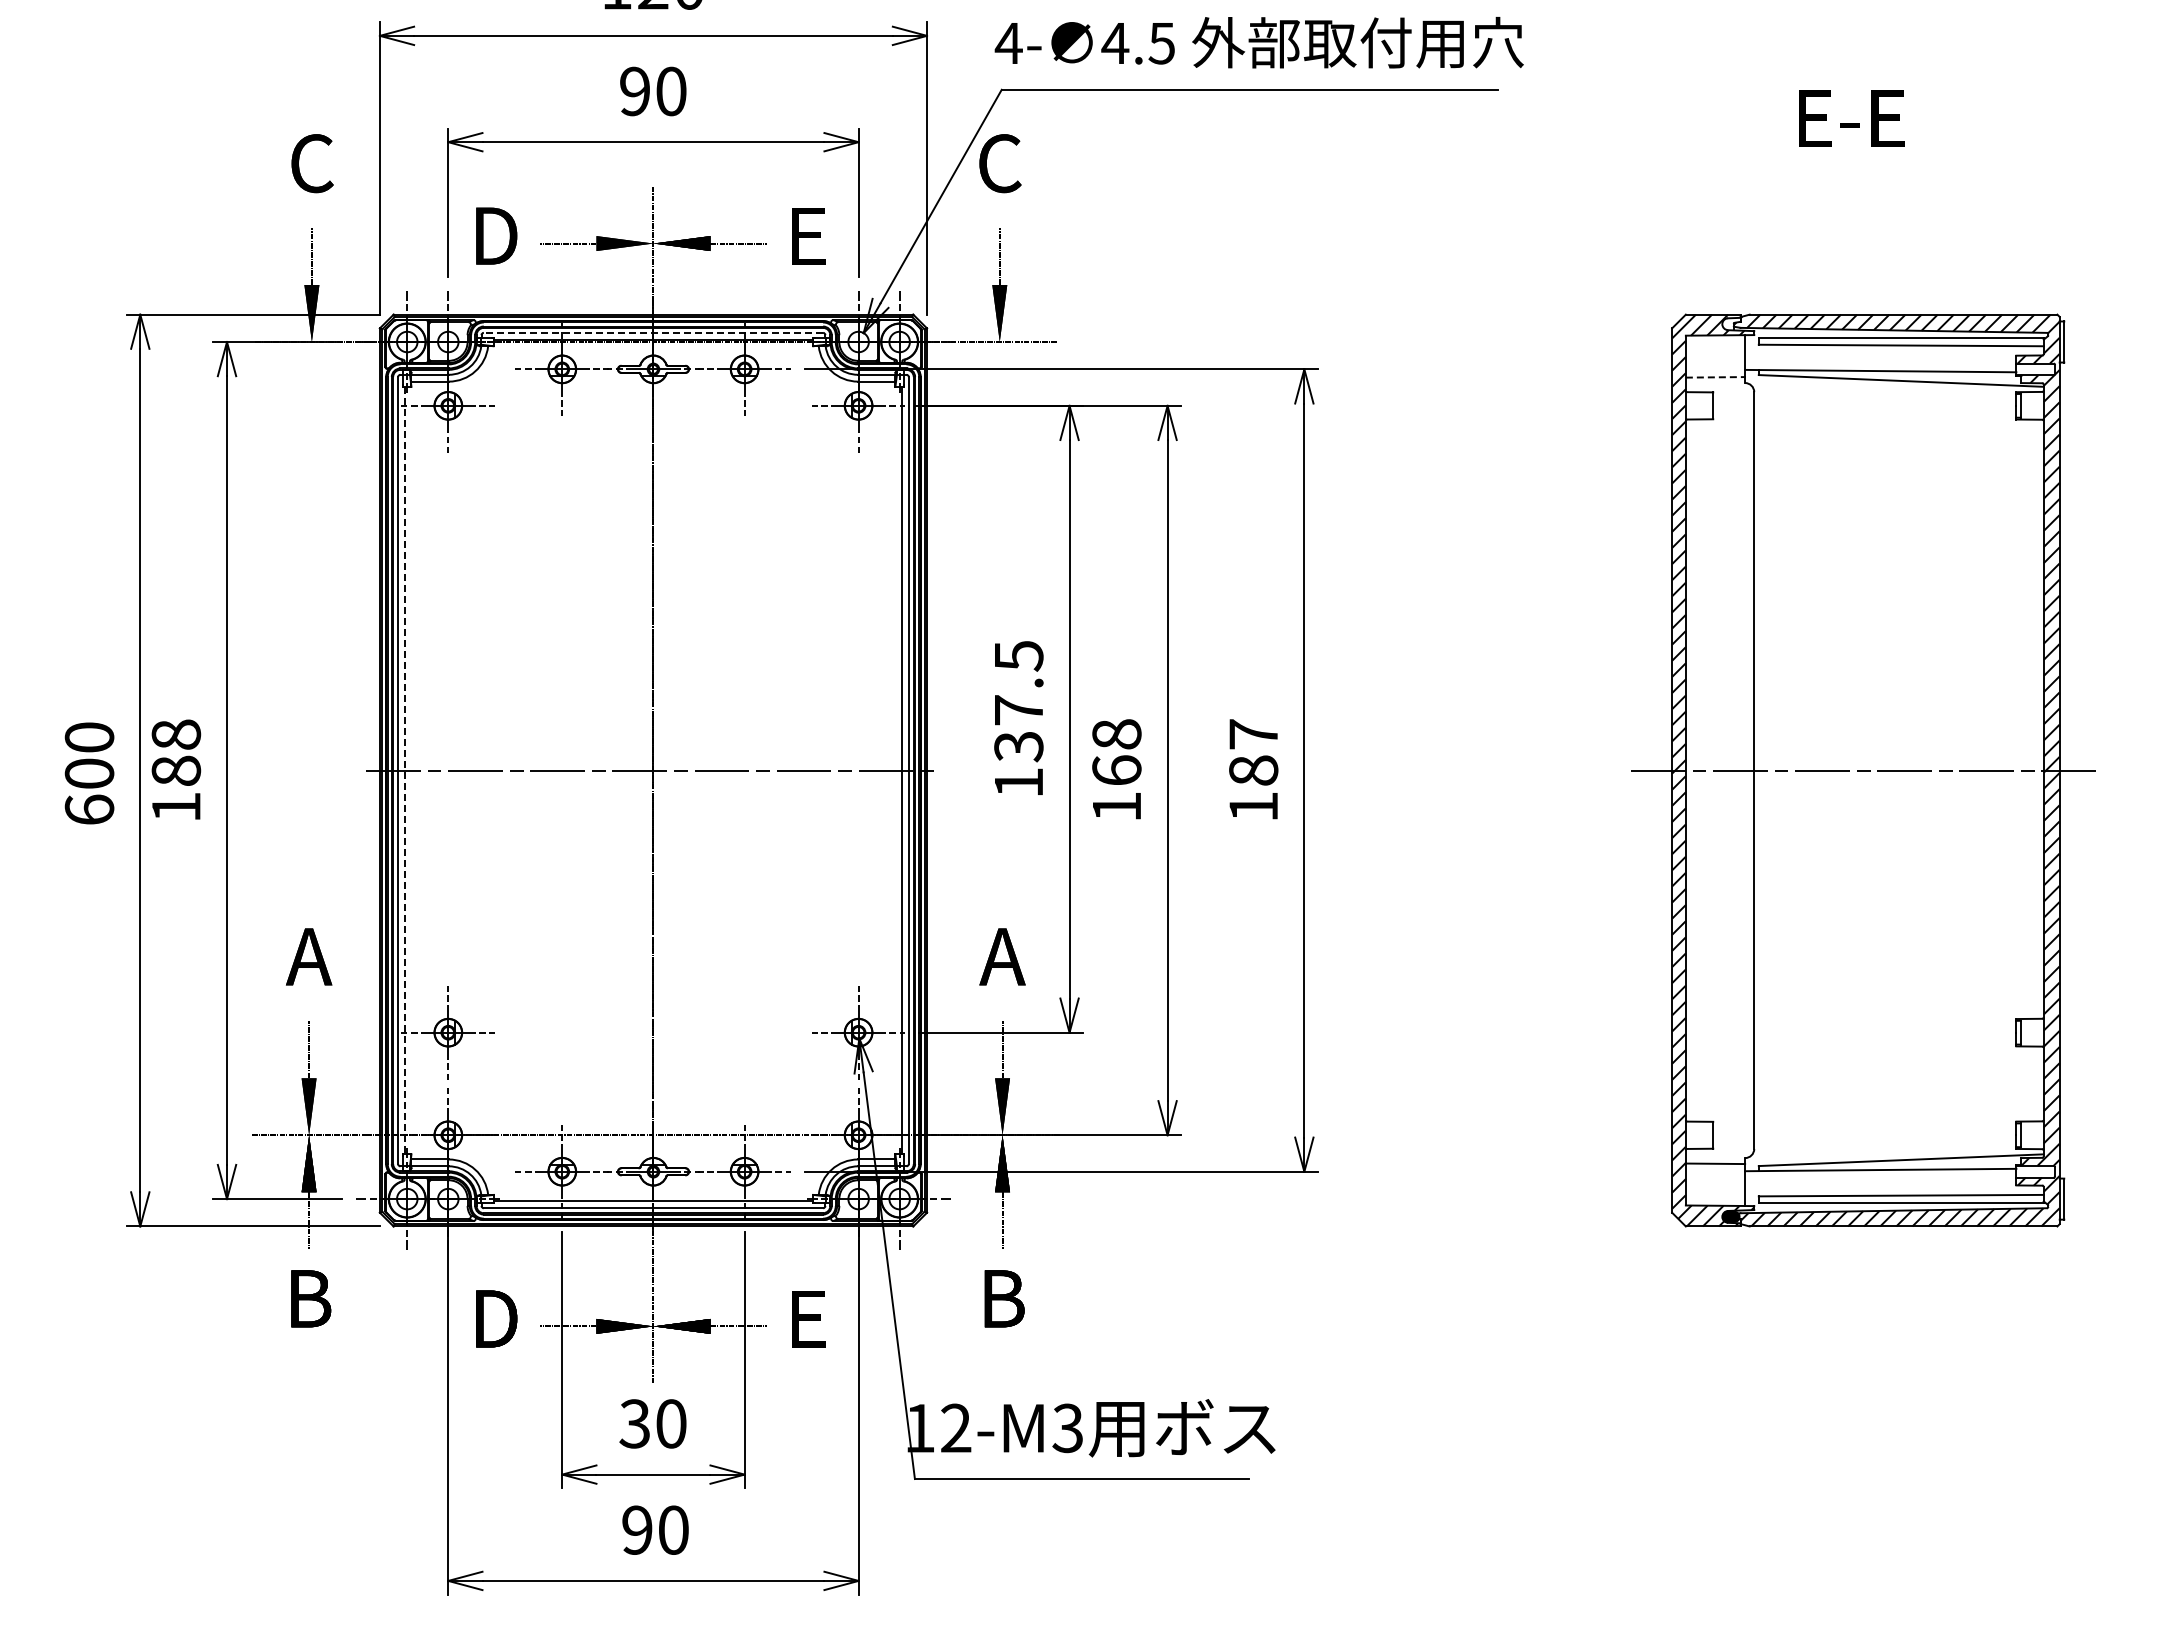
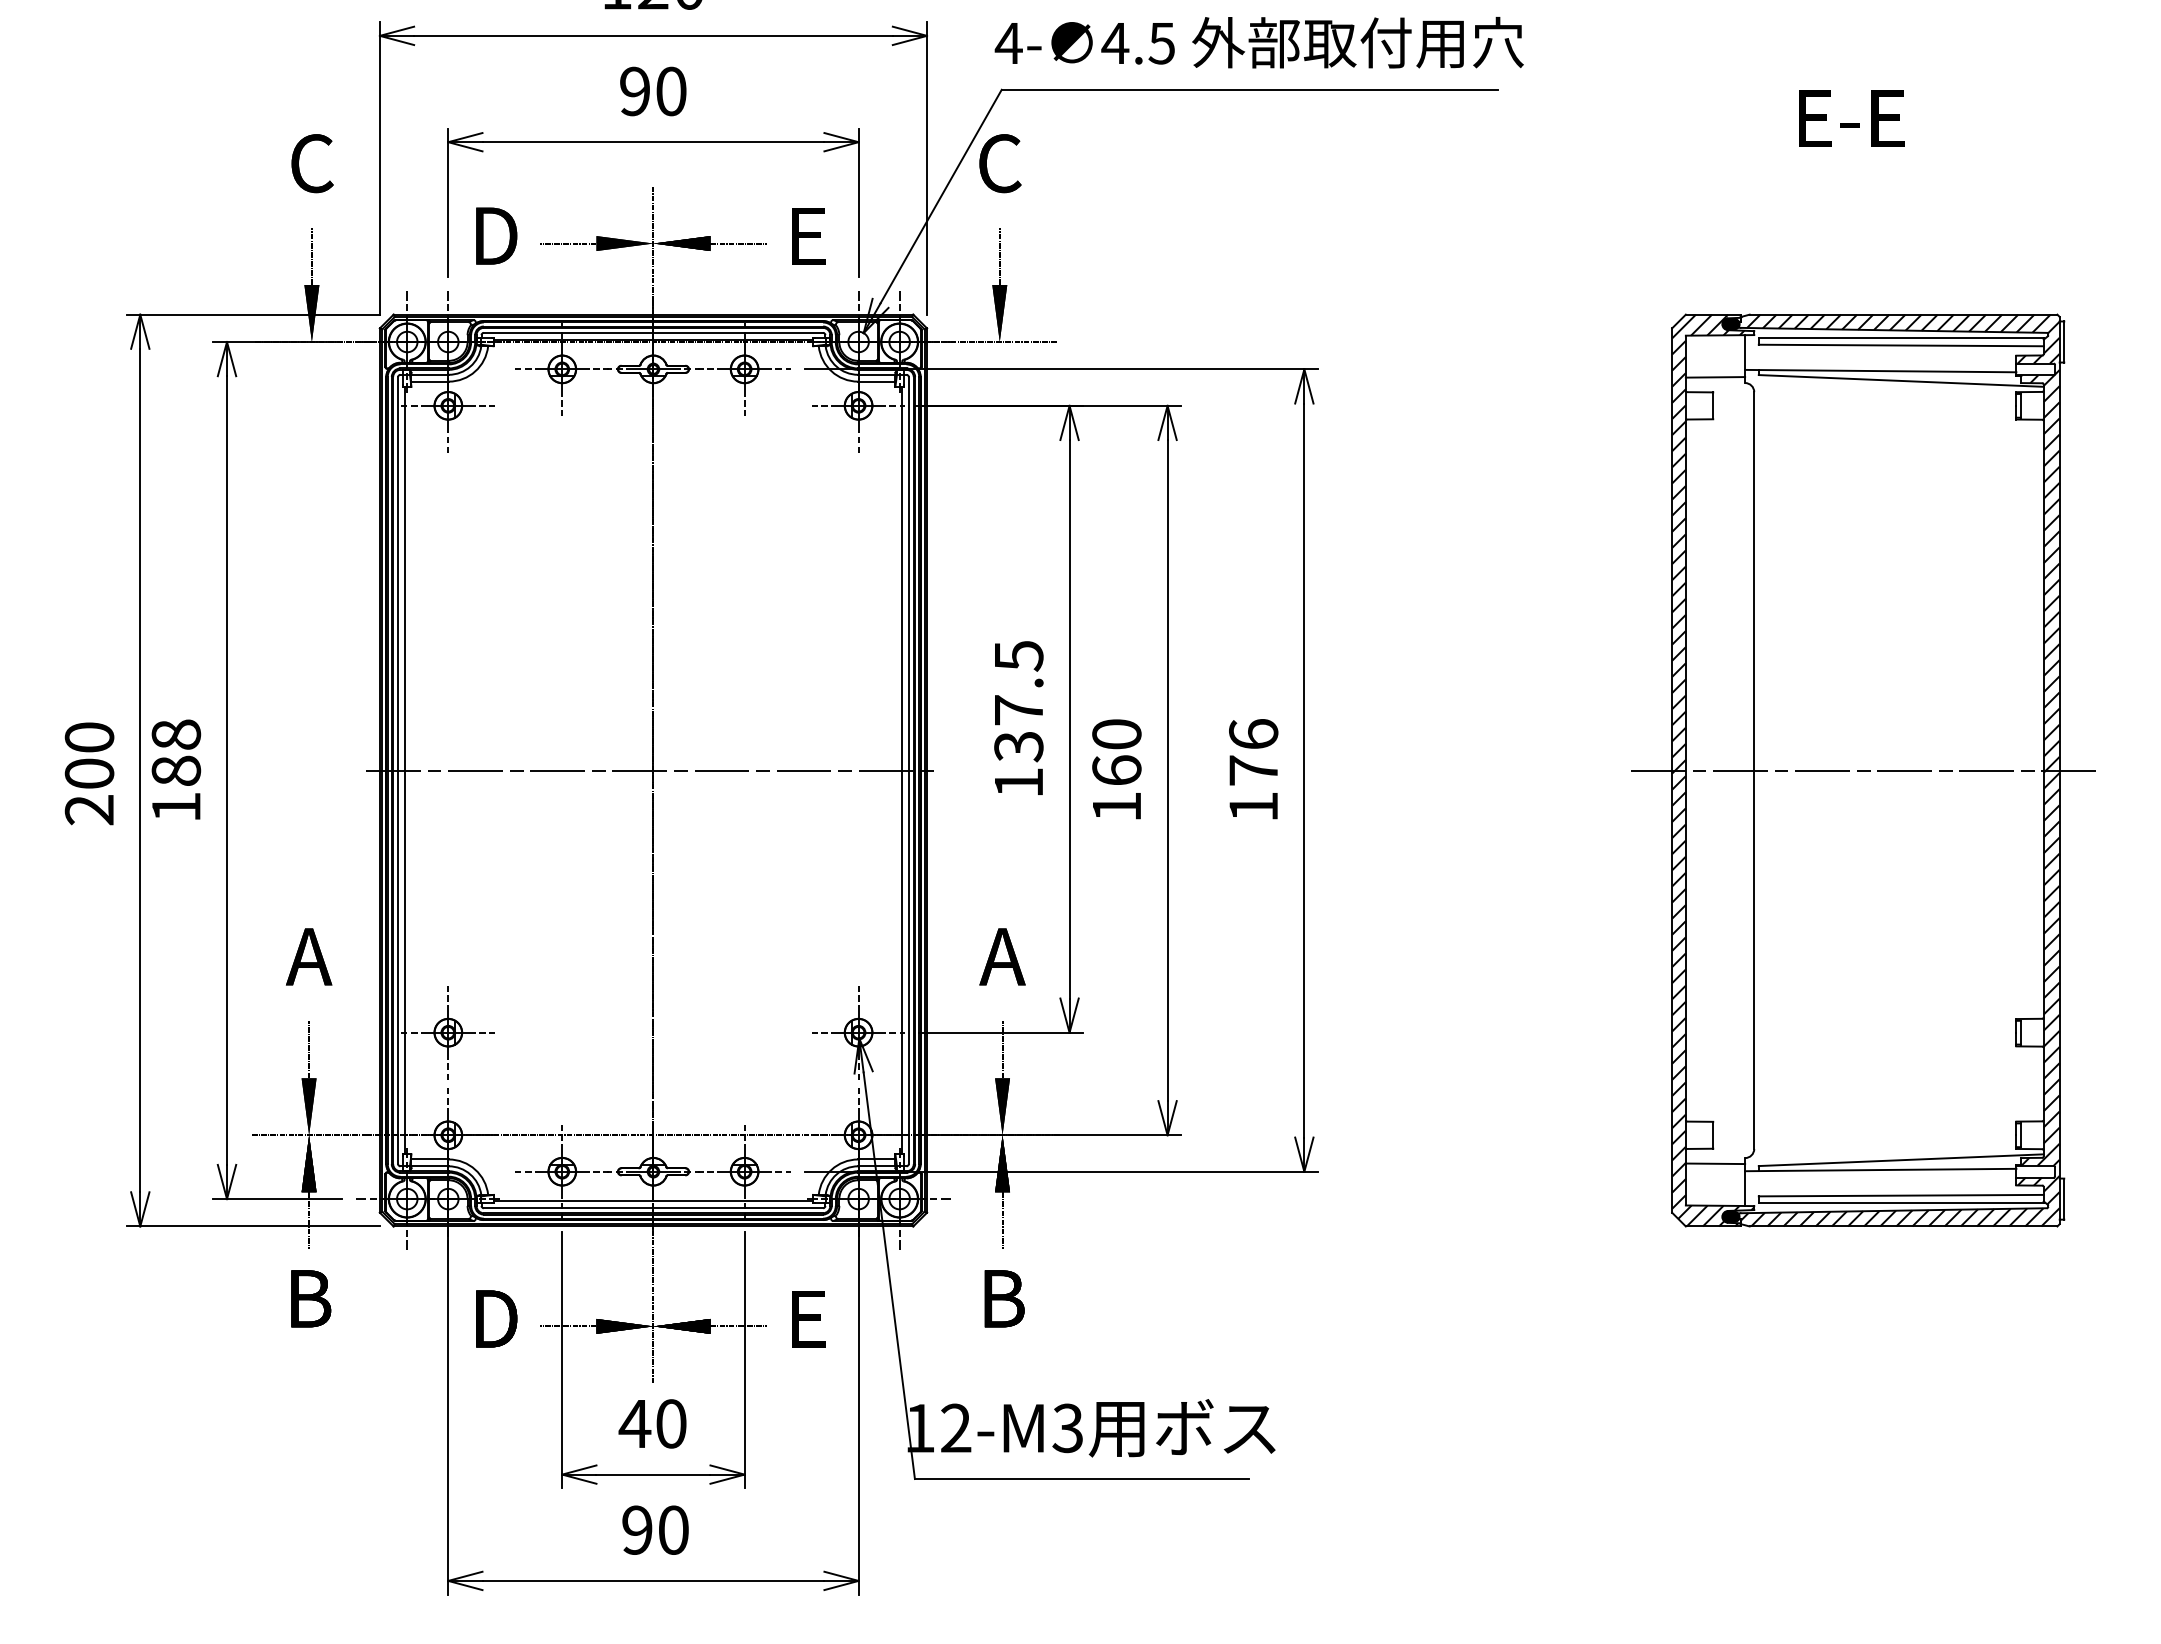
fill at (1731, 324): none -> present
line at (653, 332): dashed -> solid
line at (1715, 377): dashed -> solid
text at (1116, 734): 168 -> 160
text at (1253, 752): 187 -> 176
line at (404, 770): dashed -> solid
text at (89, 809): 600 -> 200
text at (634, 1423): 30 -> 40
